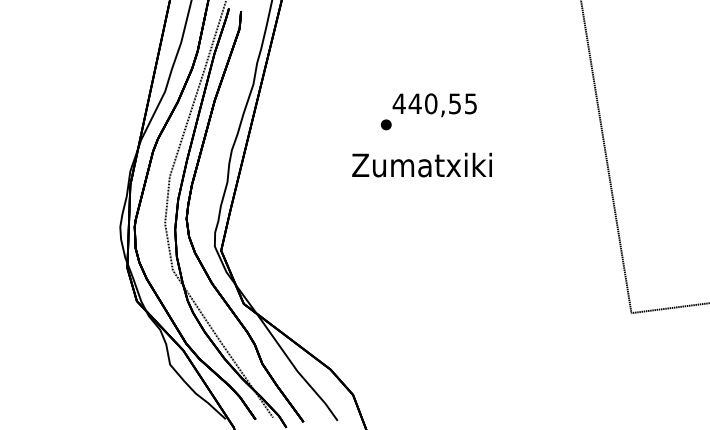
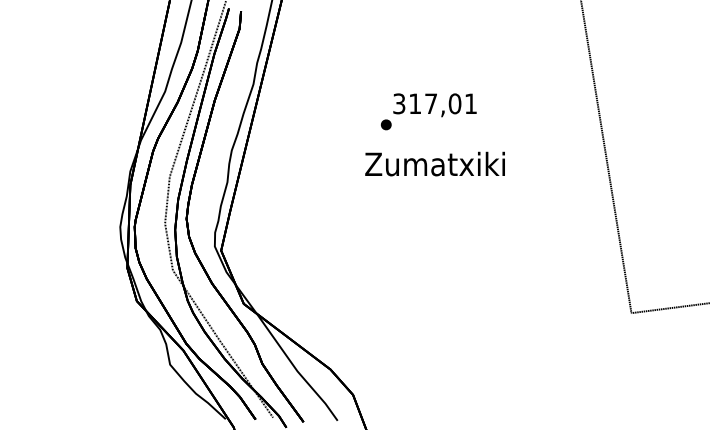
text at (434, 103): 440,55 -> 317,01
text at (421, 164) position: (421, 164) -> (434, 163)
